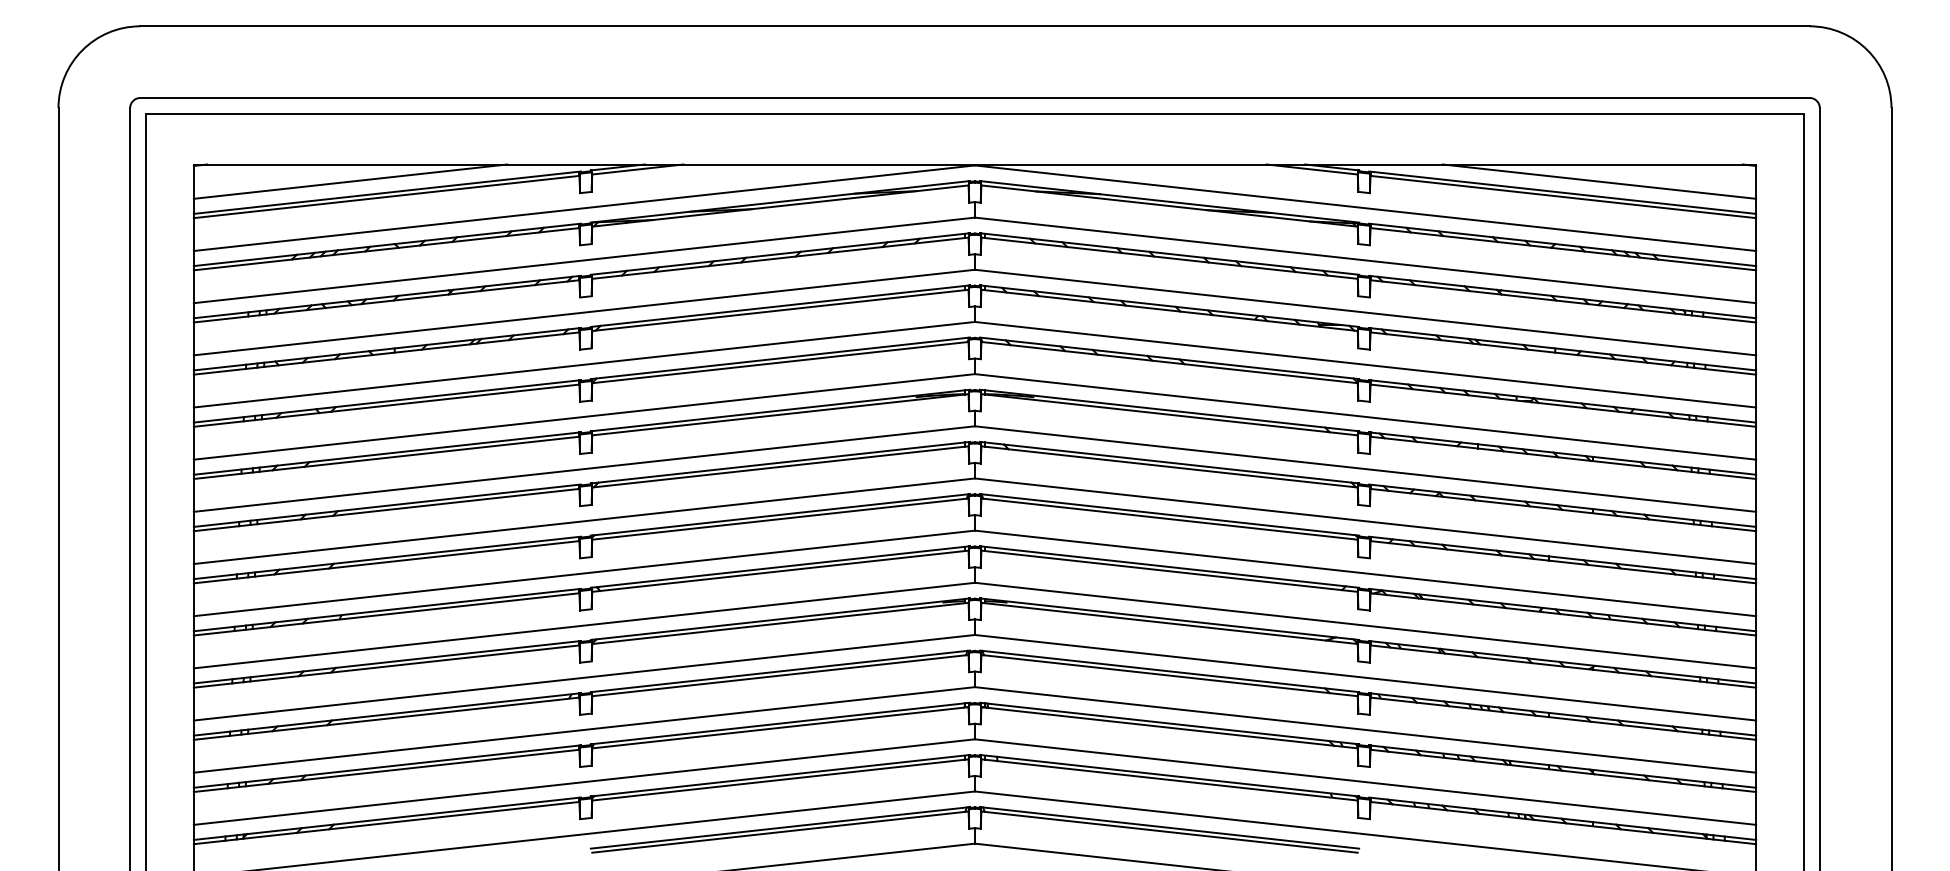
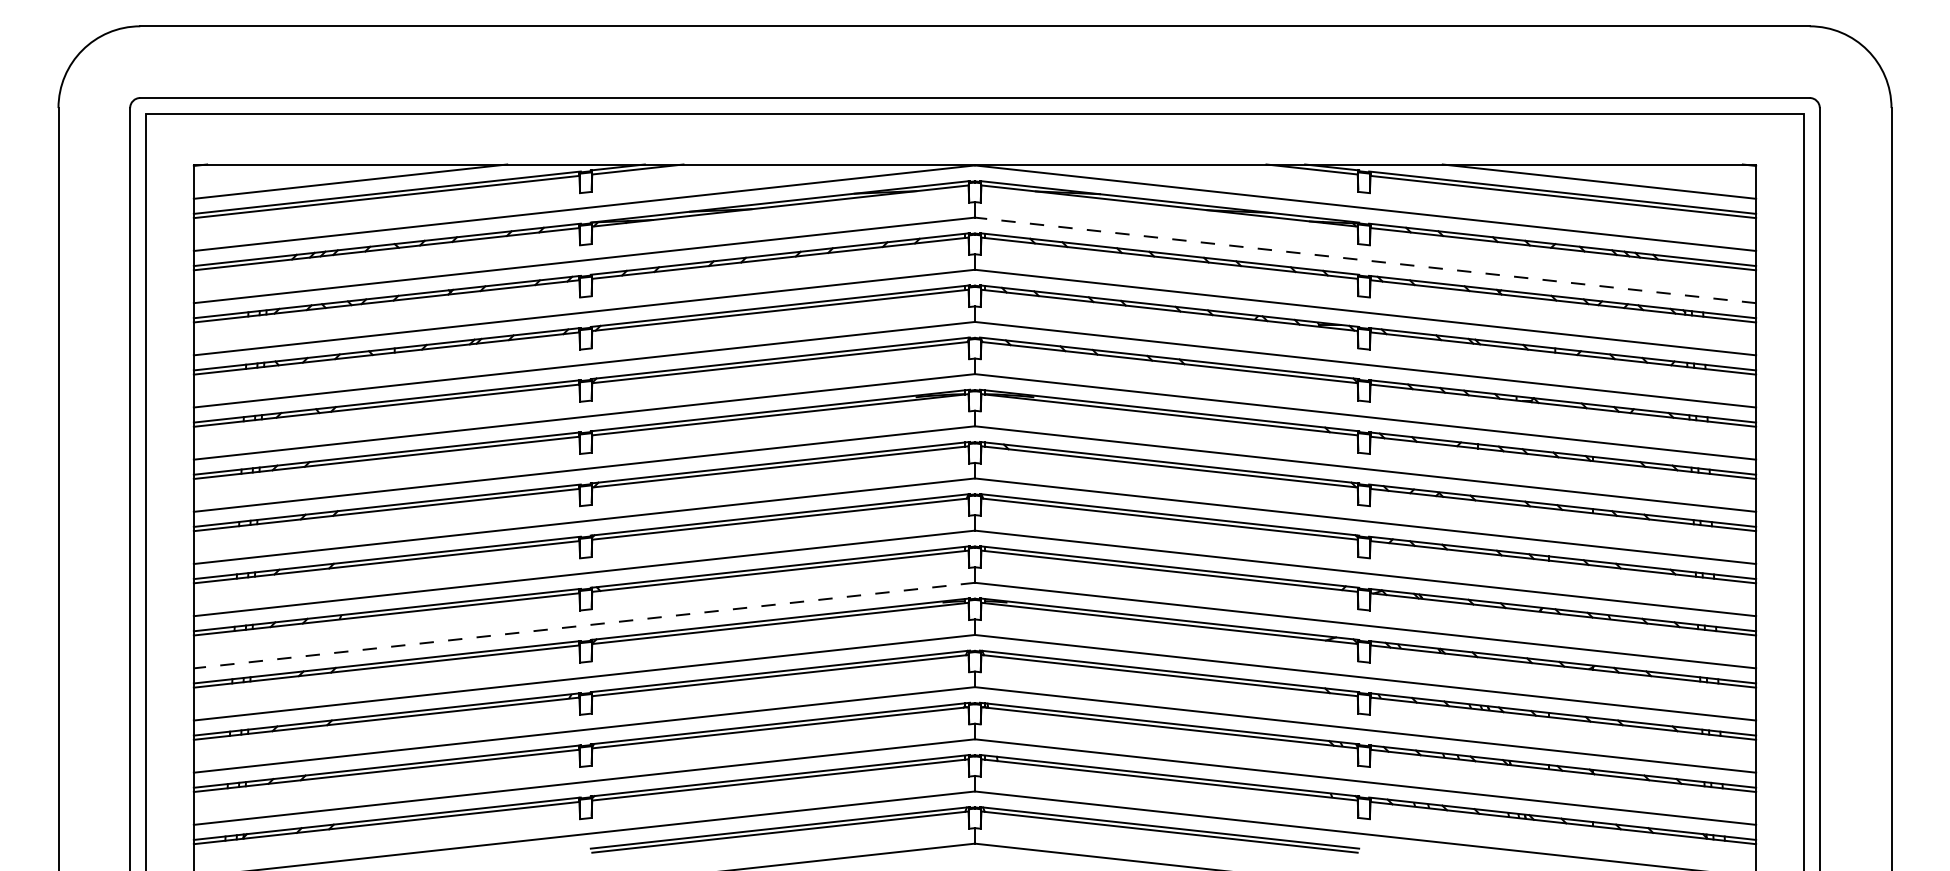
line at (1365, 260): solid -> dashed
line at (584, 625): solid -> dashed
